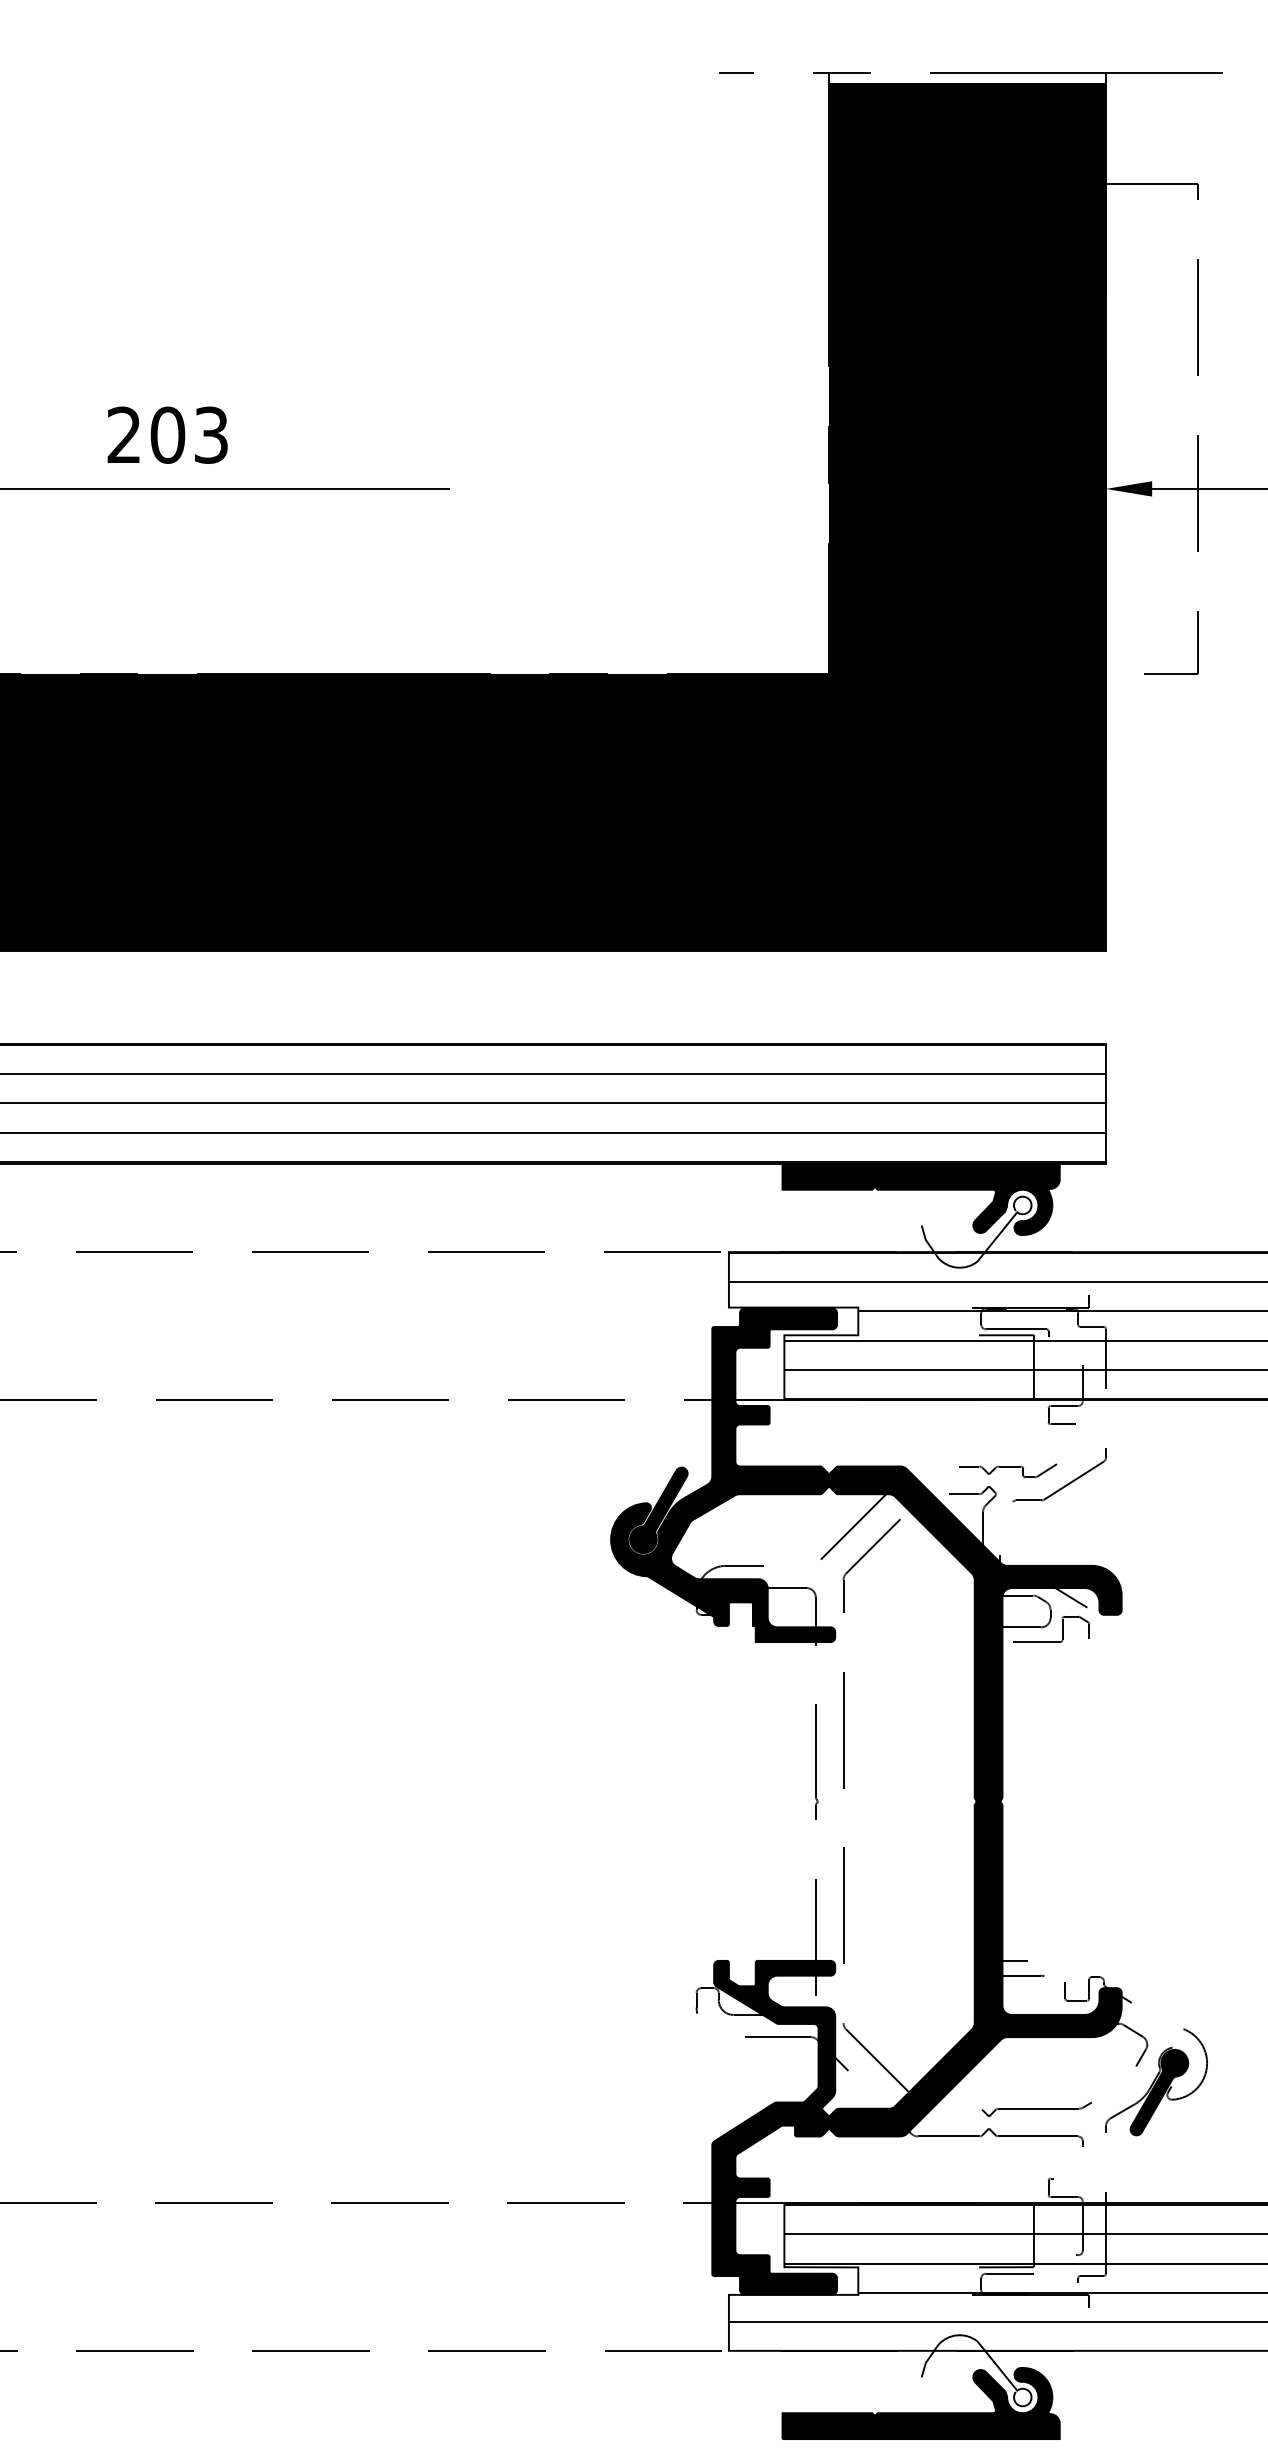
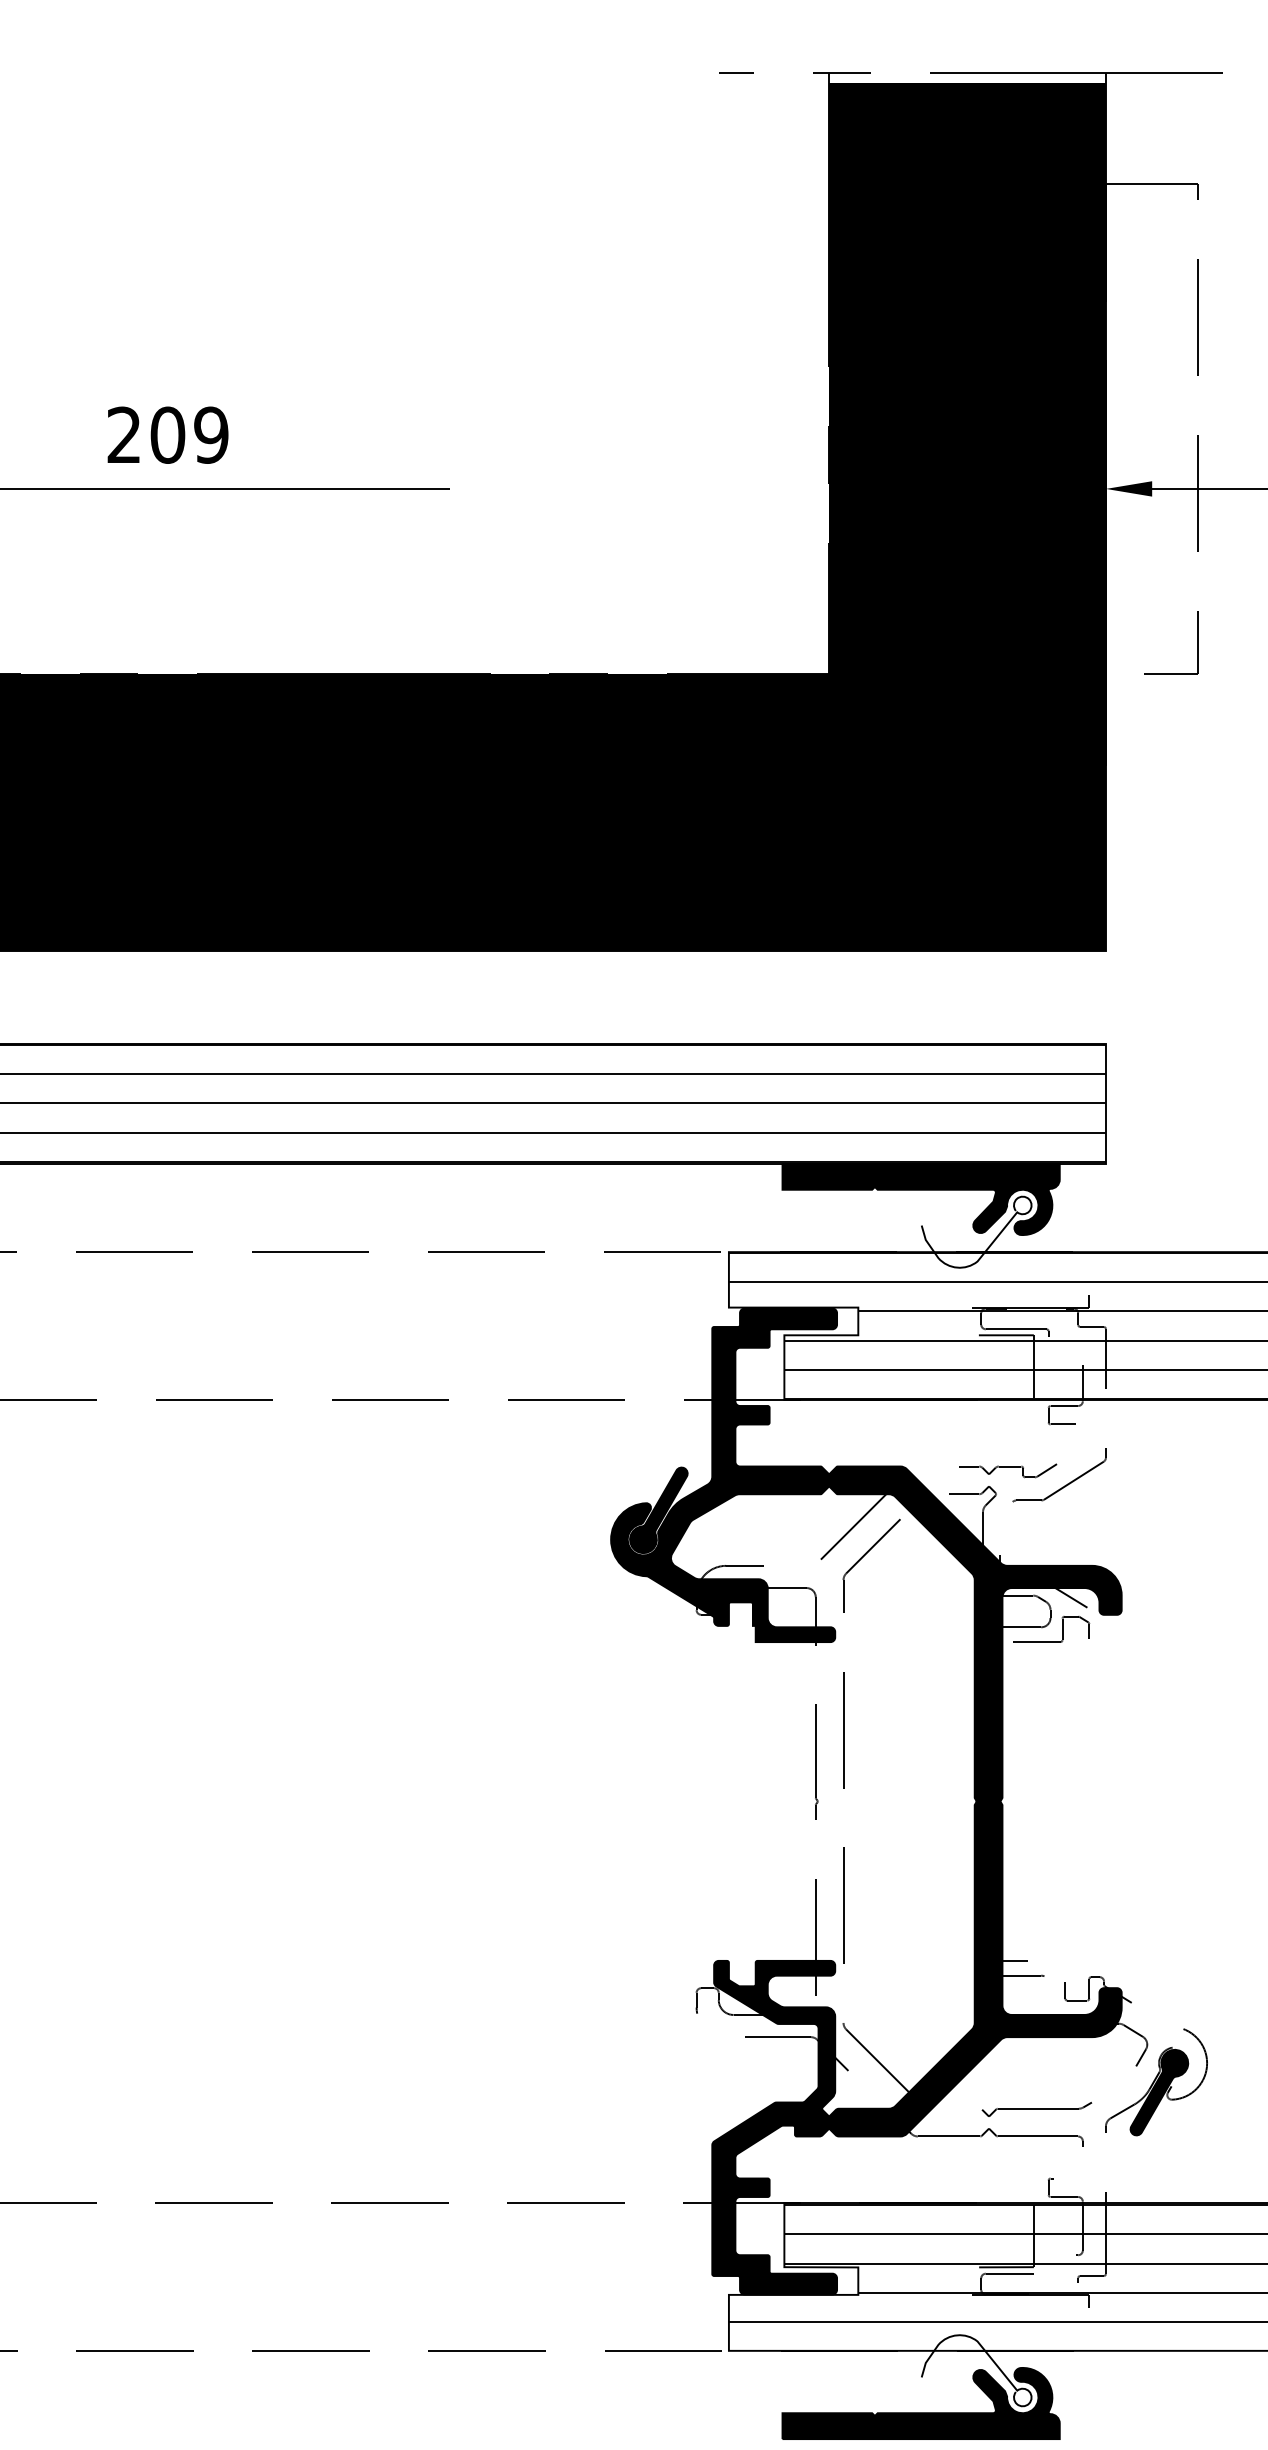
text at (211, 434): 203 -> 209
